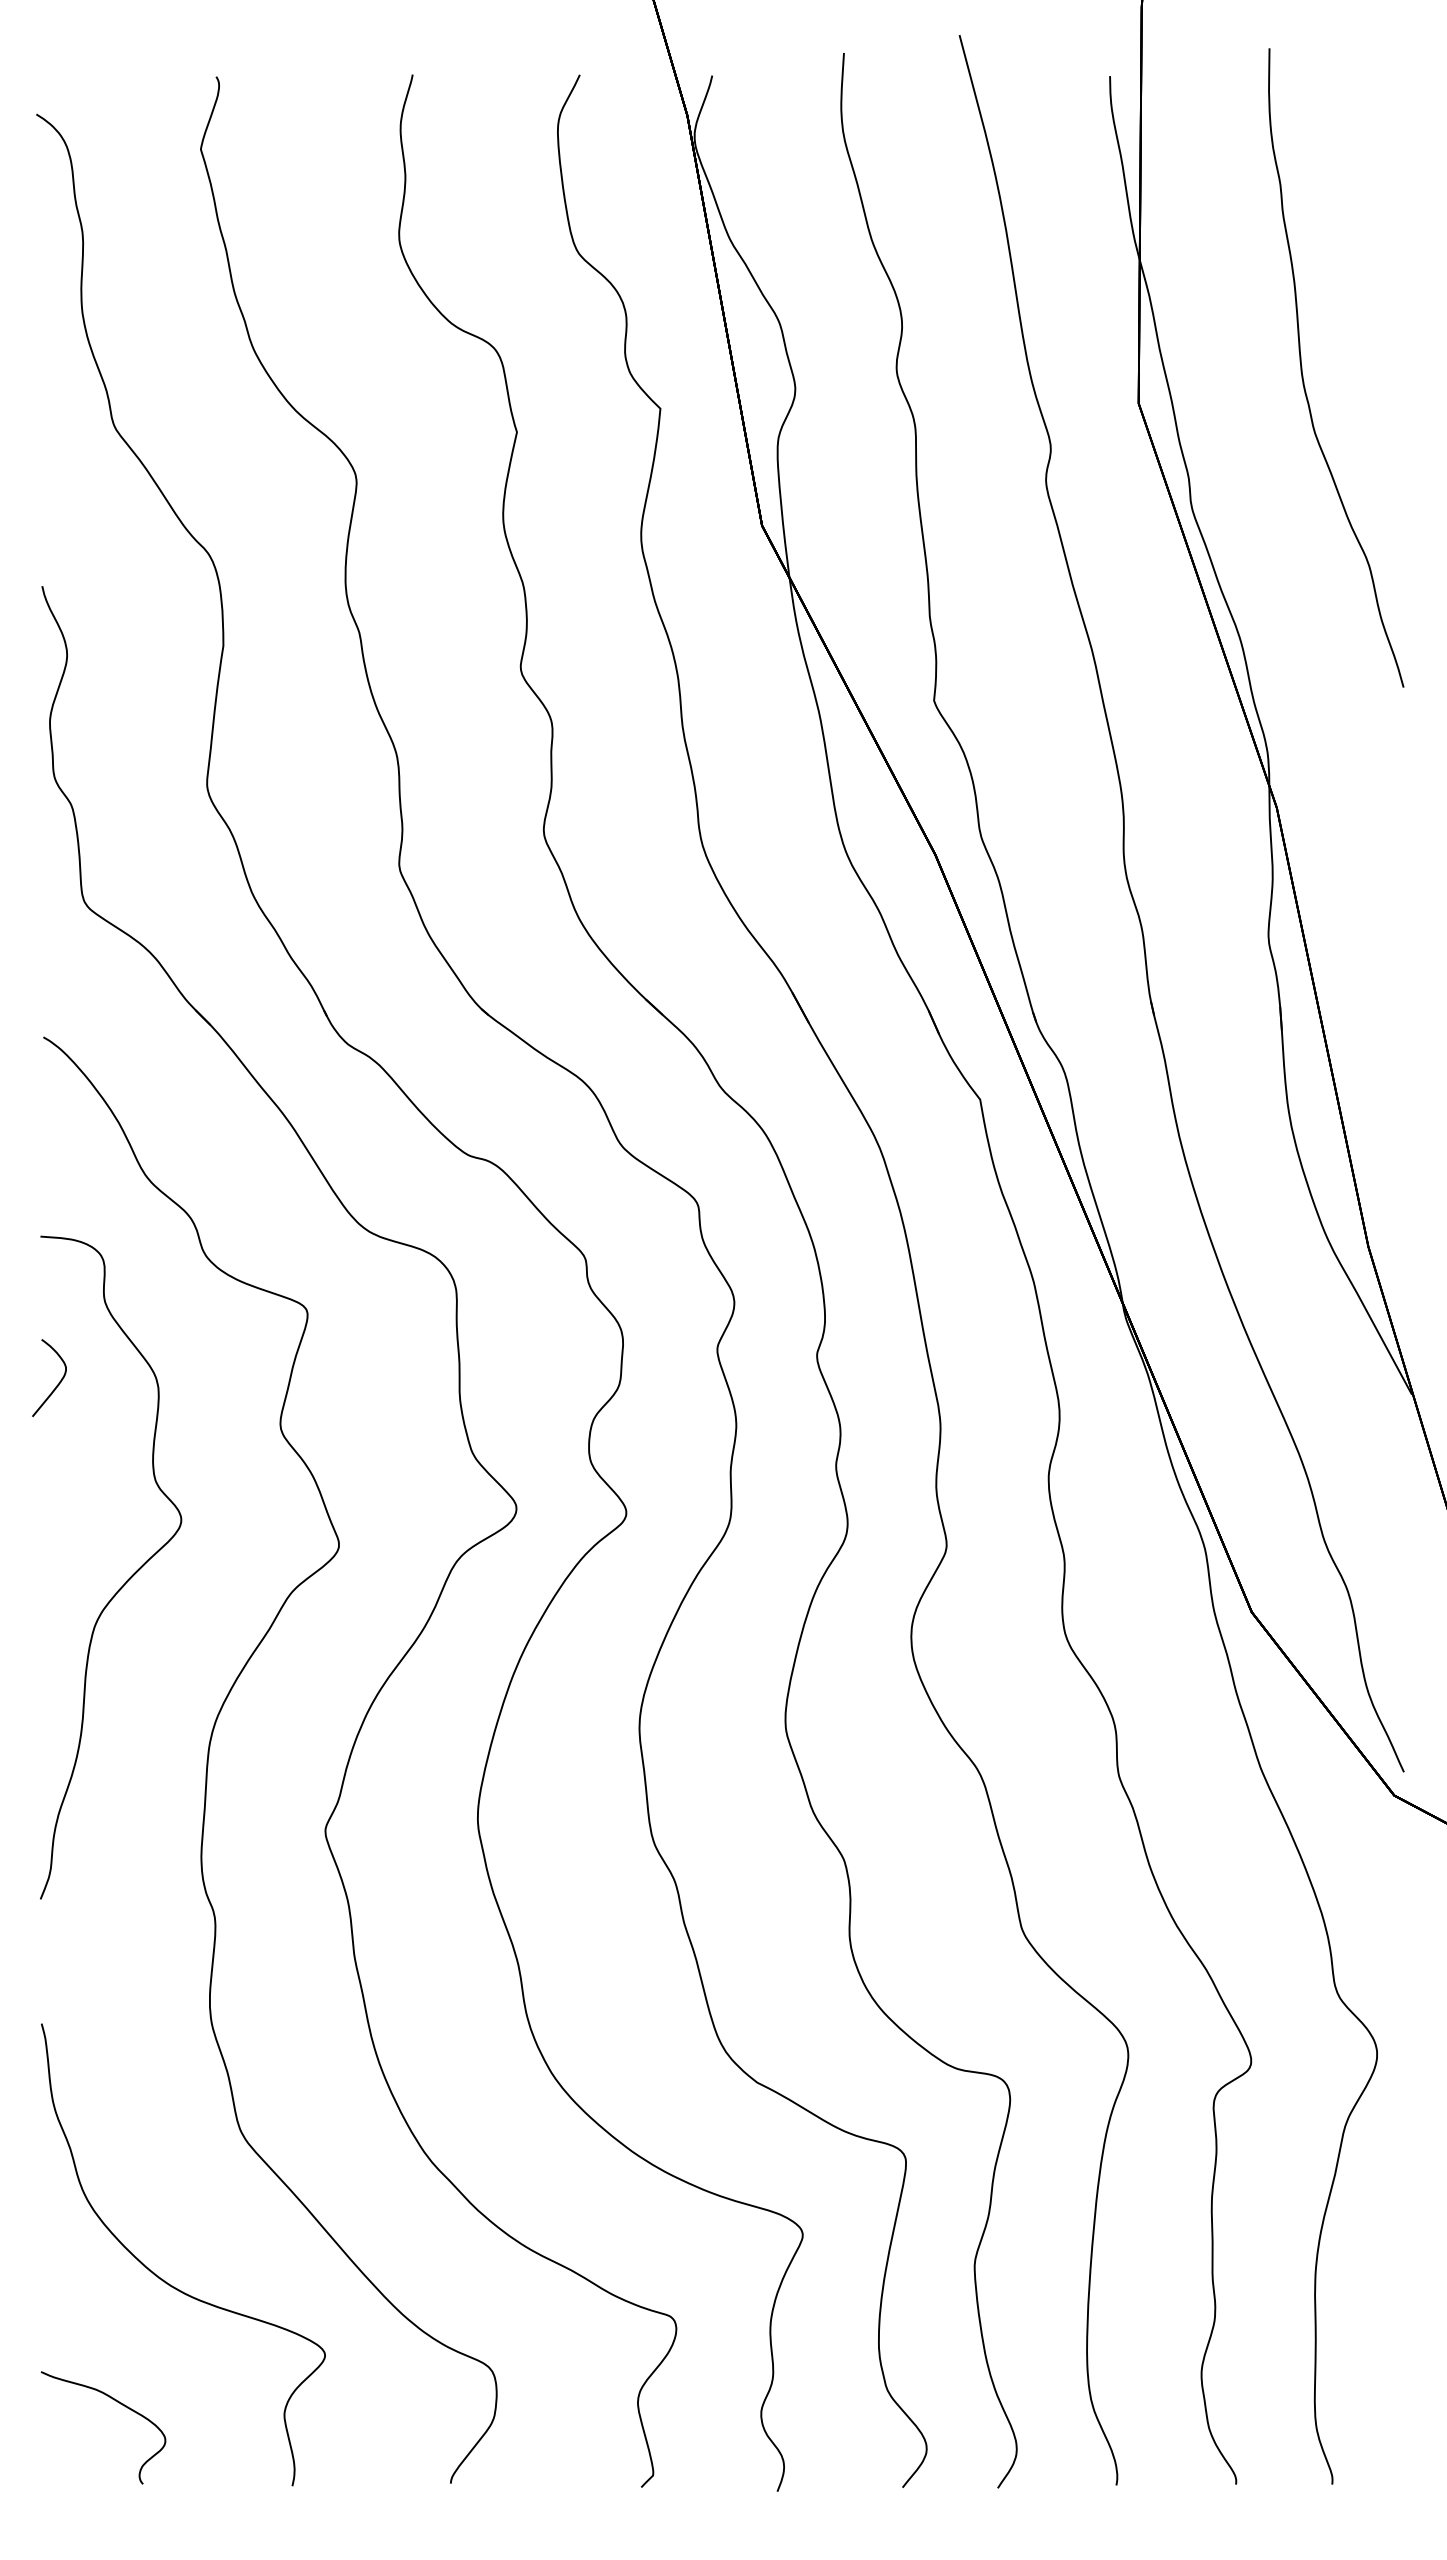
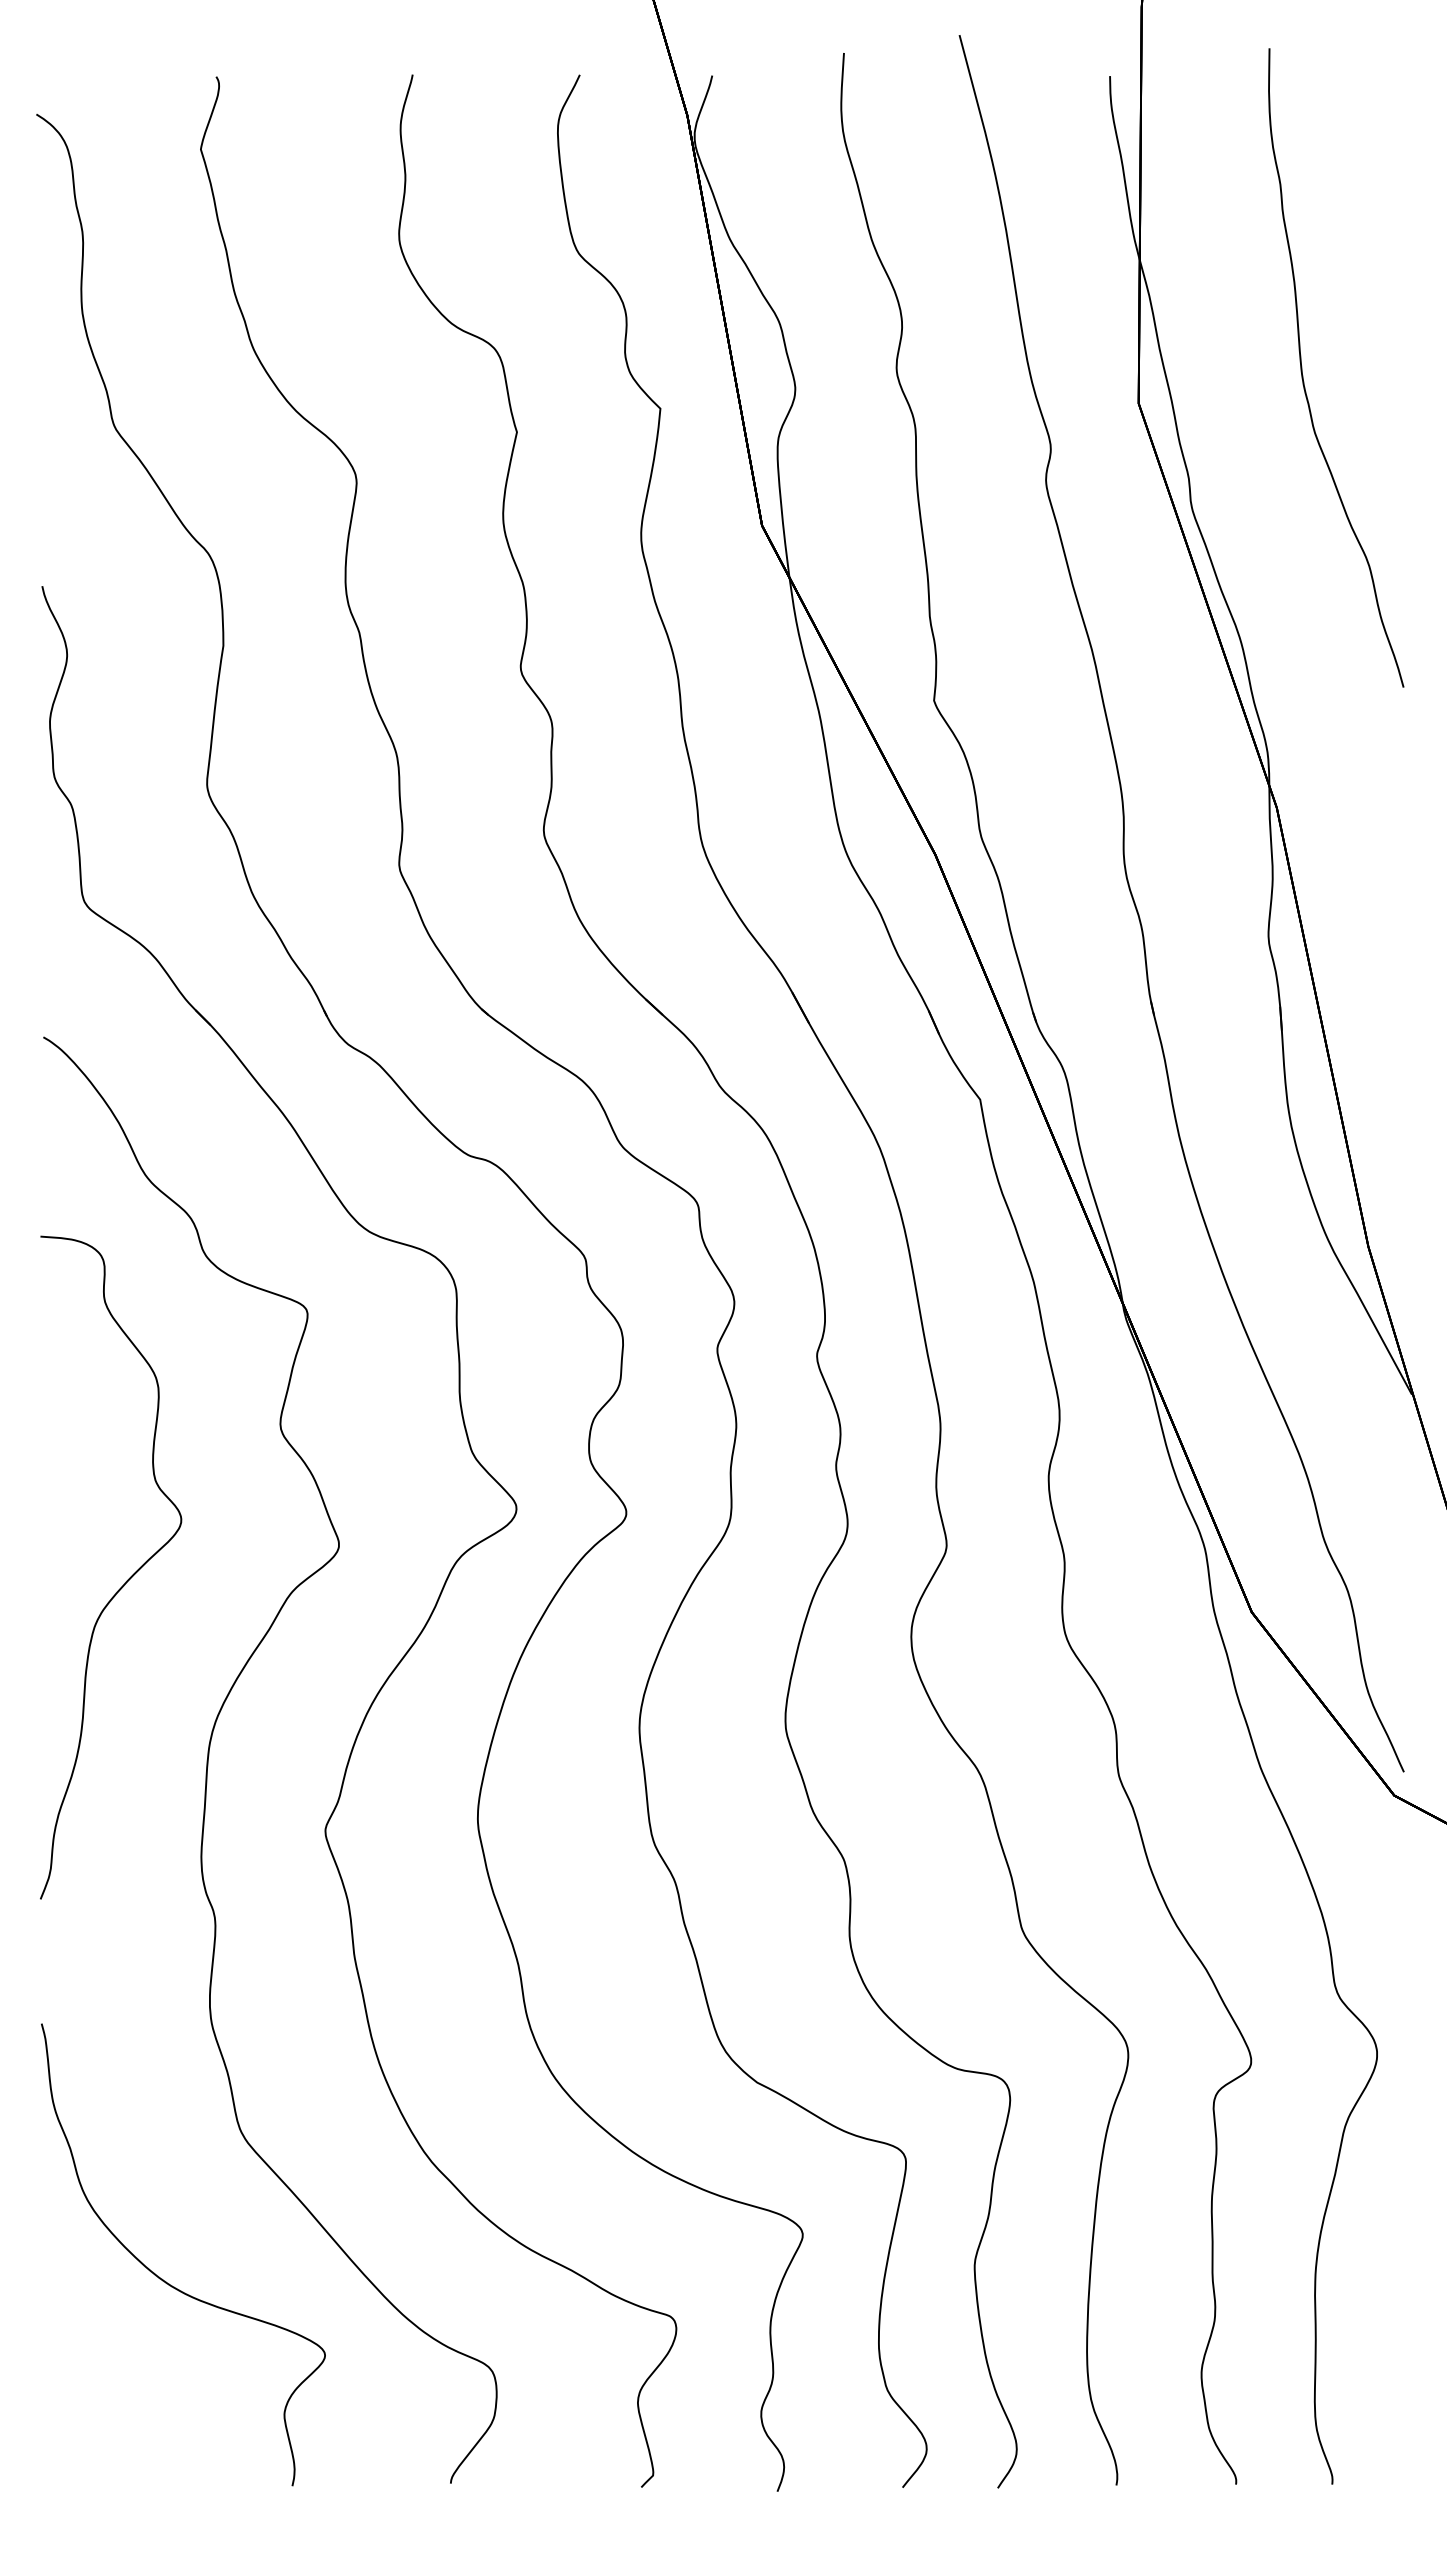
curve at (57, 1384): present -> none
curve at (120, 2404): present -> none
